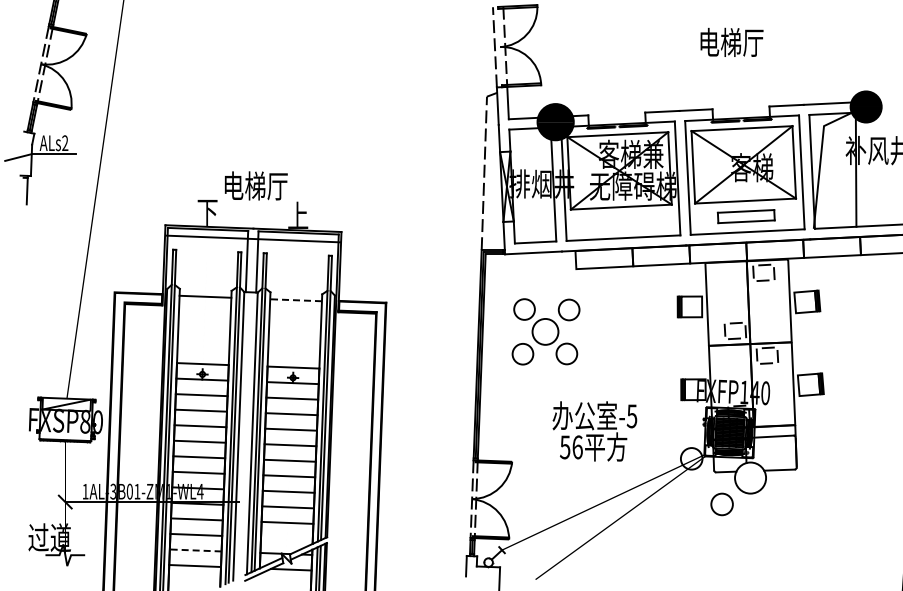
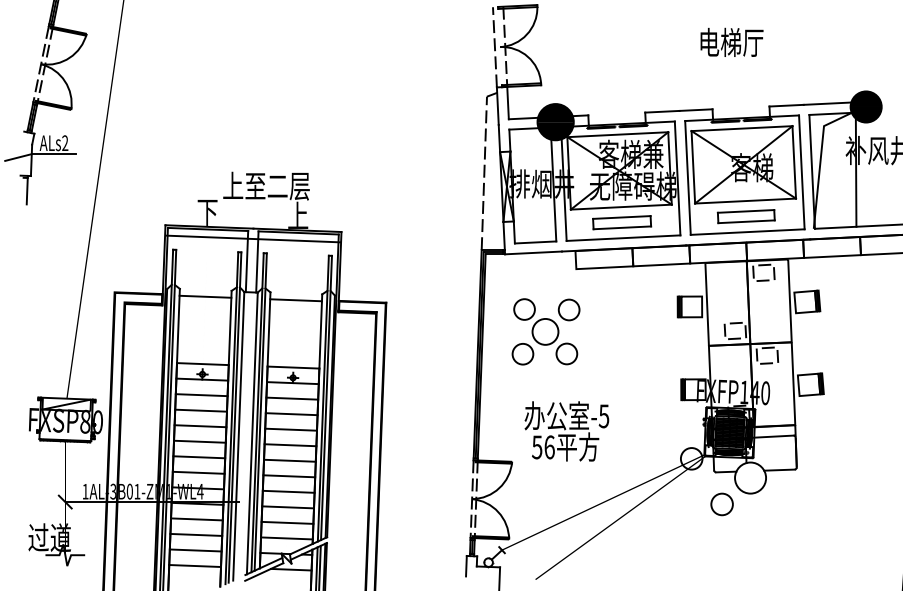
text at (266, 185): 电梯厅 -> 上至二层
part at (622, 222): none -> present
line at (296, 300): dashed -> solid
text at (594, 431) position: (594, 431) -> (566, 431)
line at (286, 538): none -> present
line at (195, 550): dashed -> solid
